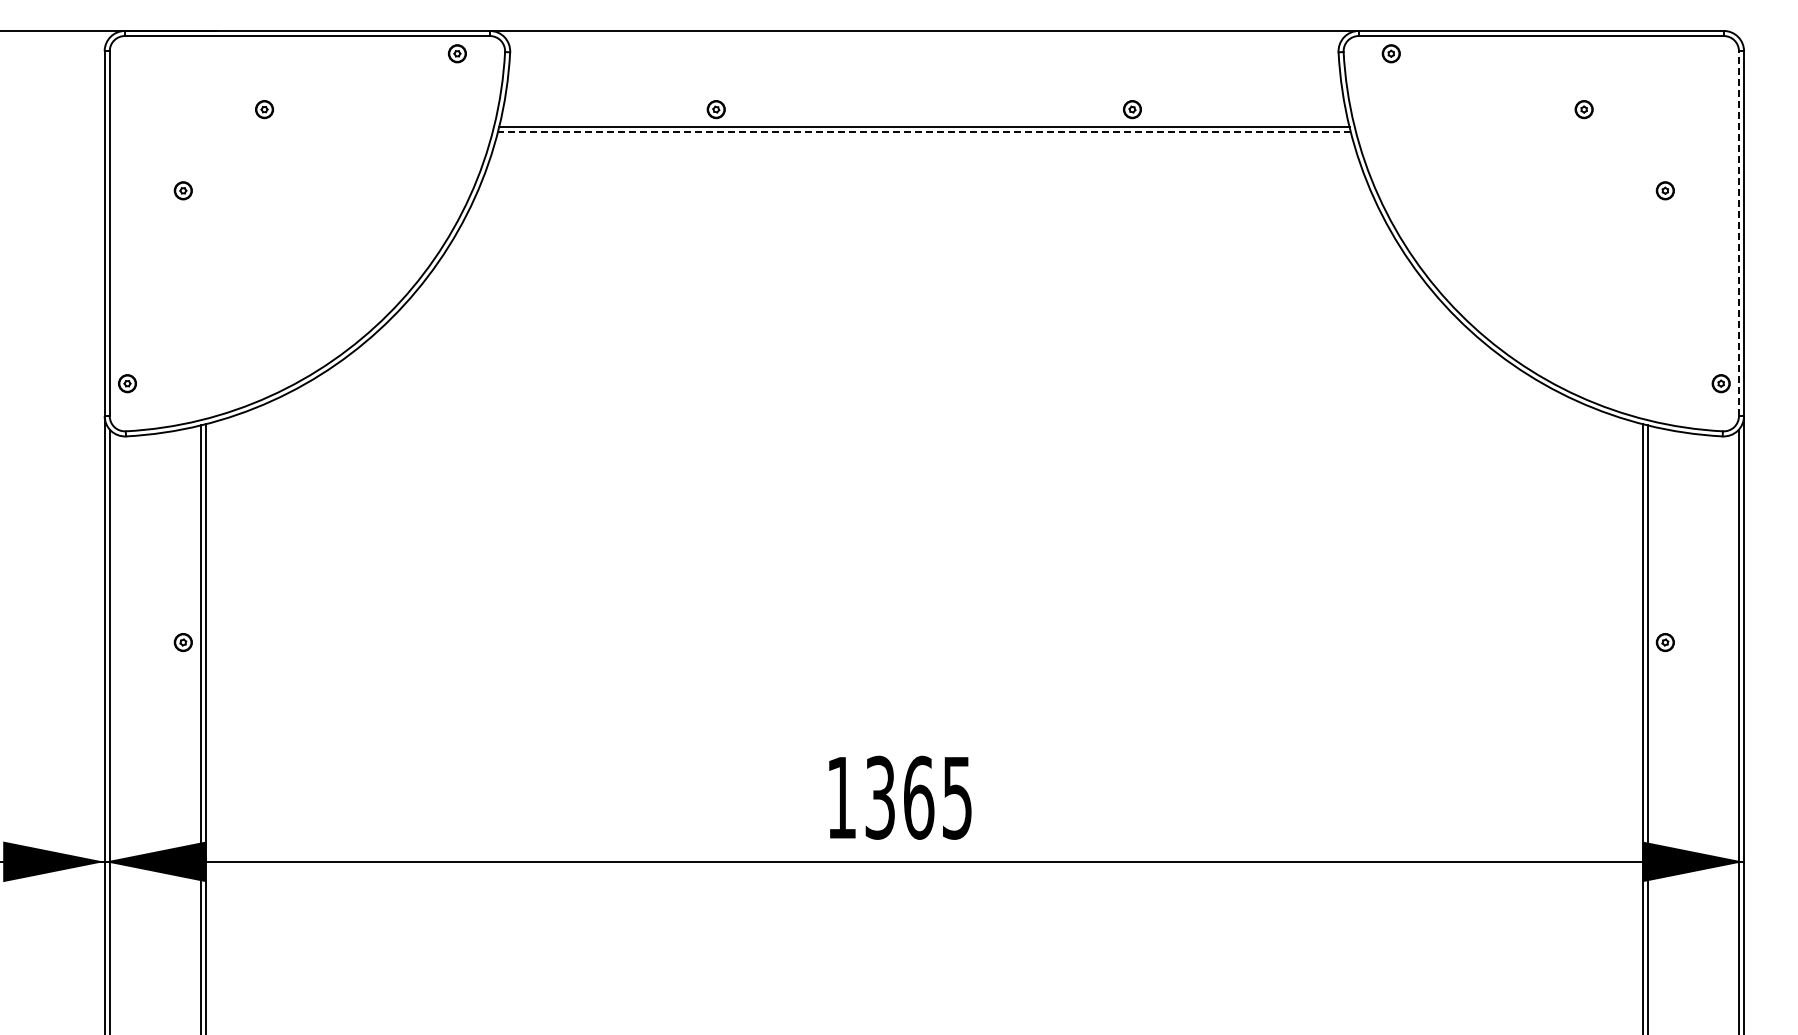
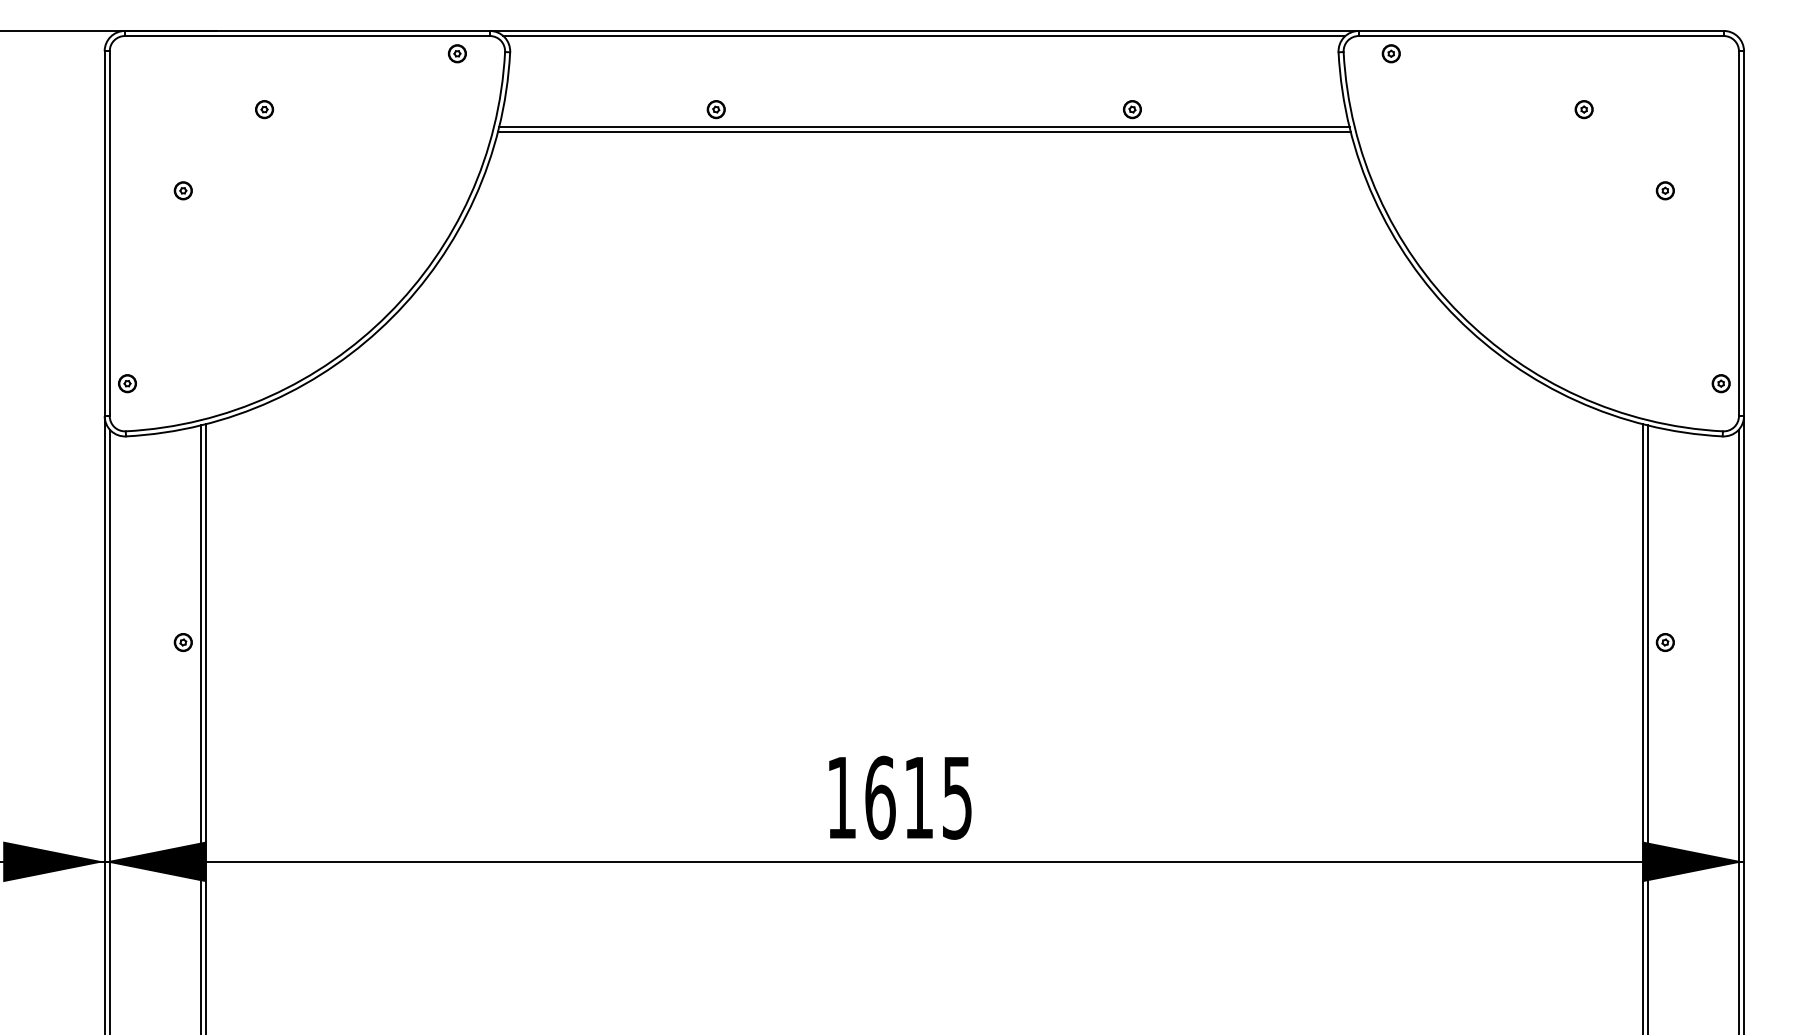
line at (924, 36): none -> present
line at (924, 132): dashed -> solid
line at (1738, 233): dashed -> solid
text at (899, 797): 1365 -> 1615
